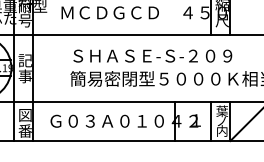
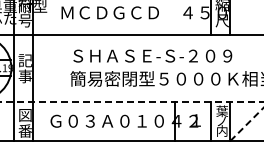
line at (131, 101): solid -> dashed
line at (247, 124): solid -> dashed
